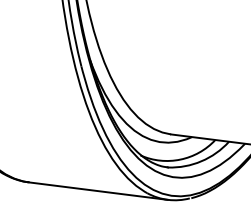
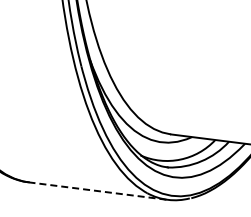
line at (98, 191): solid -> dashed
